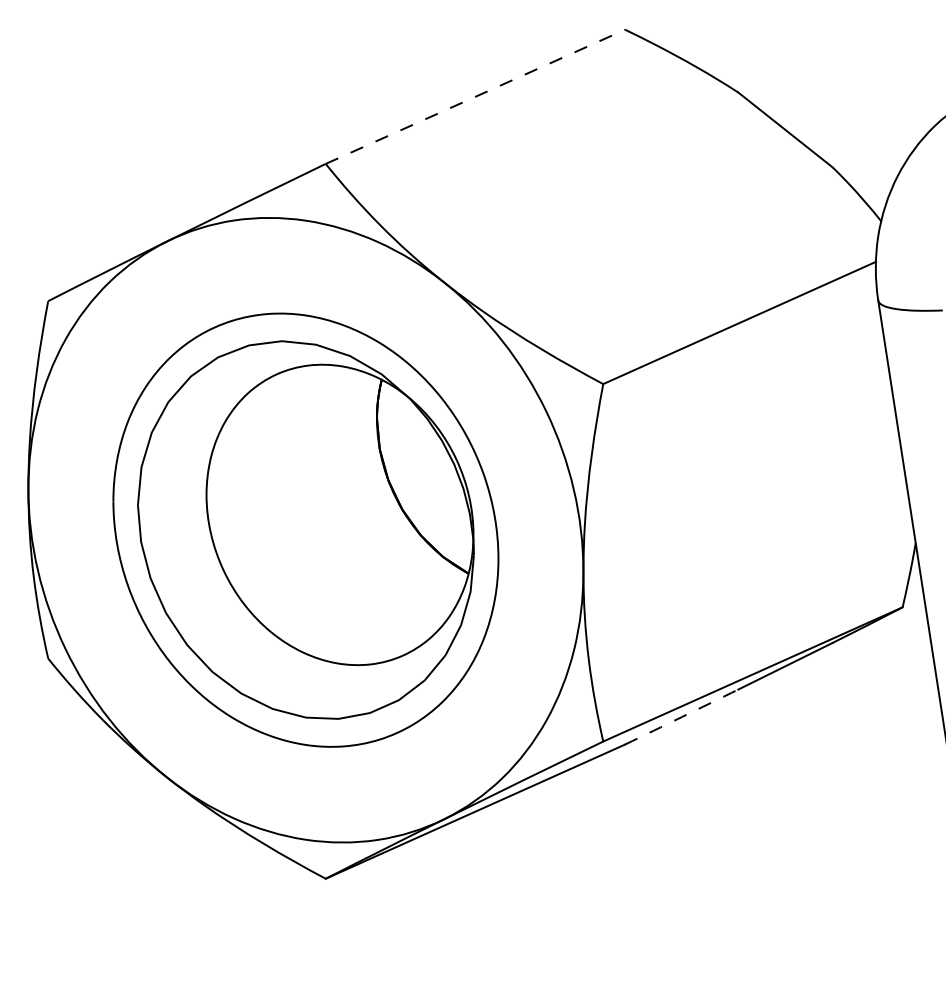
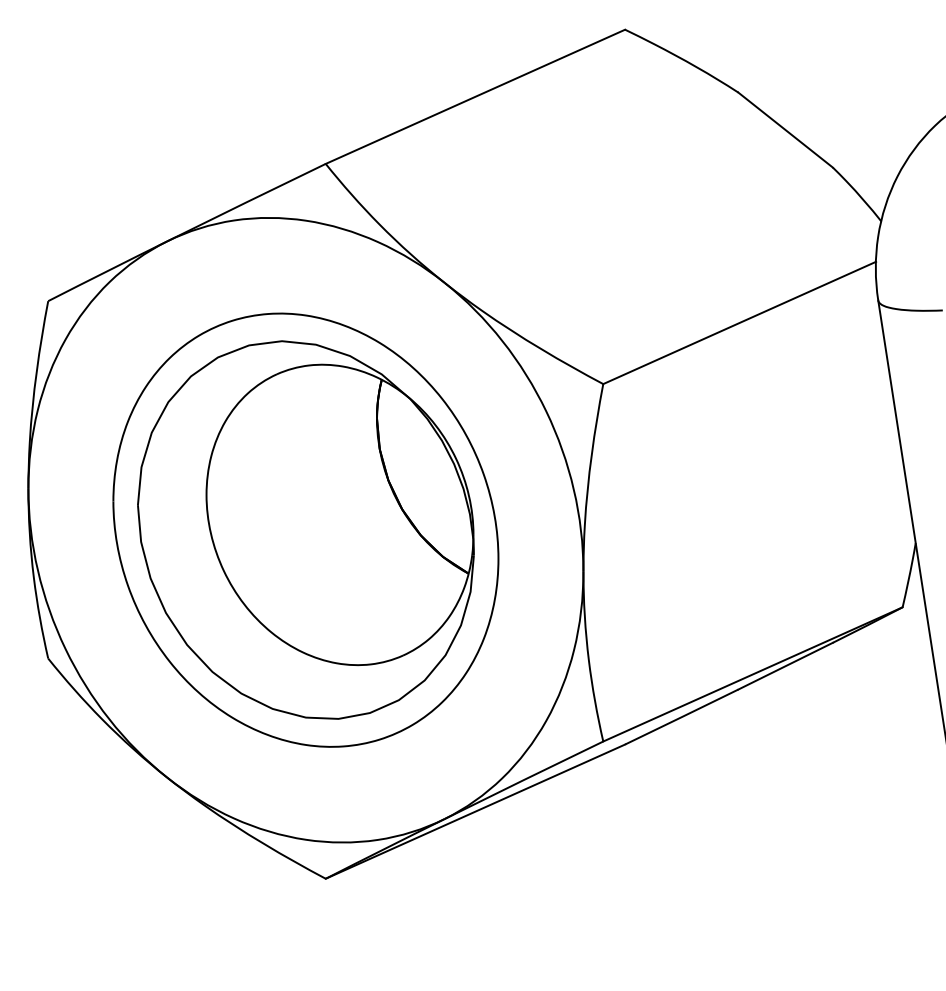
line at (475, 96): dashed -> solid
arc at (681, 717): dashed -> solid
